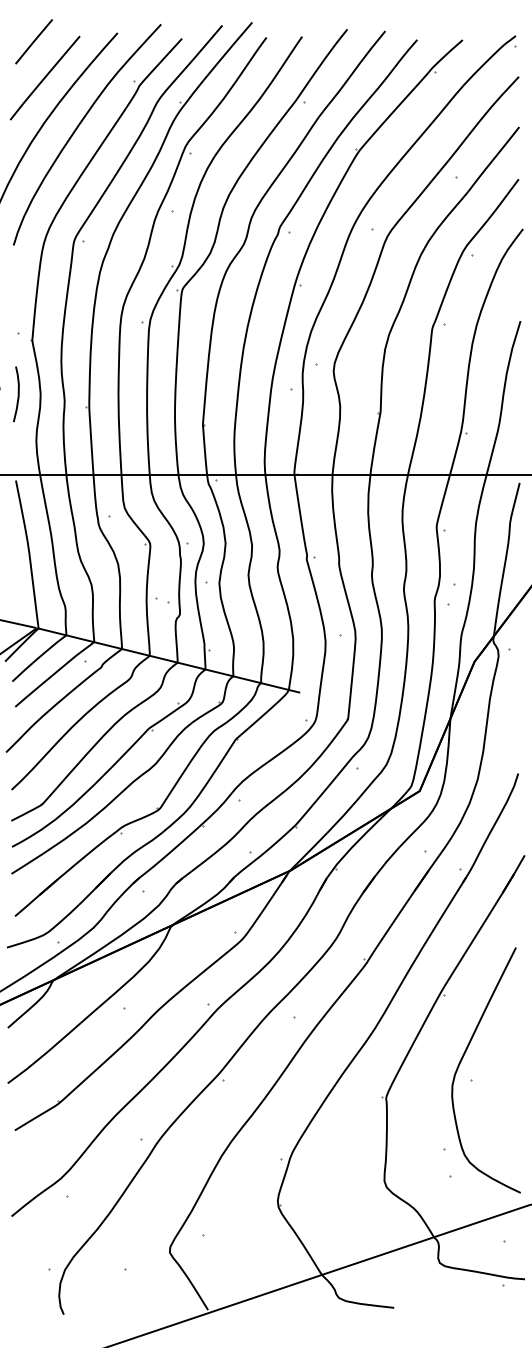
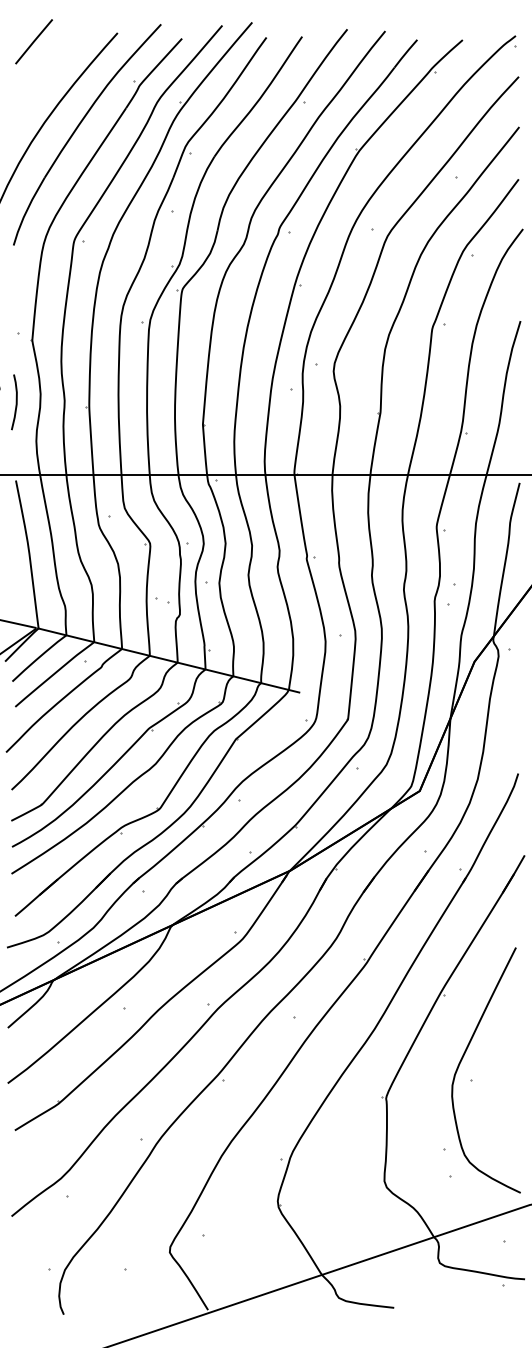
line at (44, 77): present -> none
curve at (17, 394) position: (17, 394) -> (15, 402)
